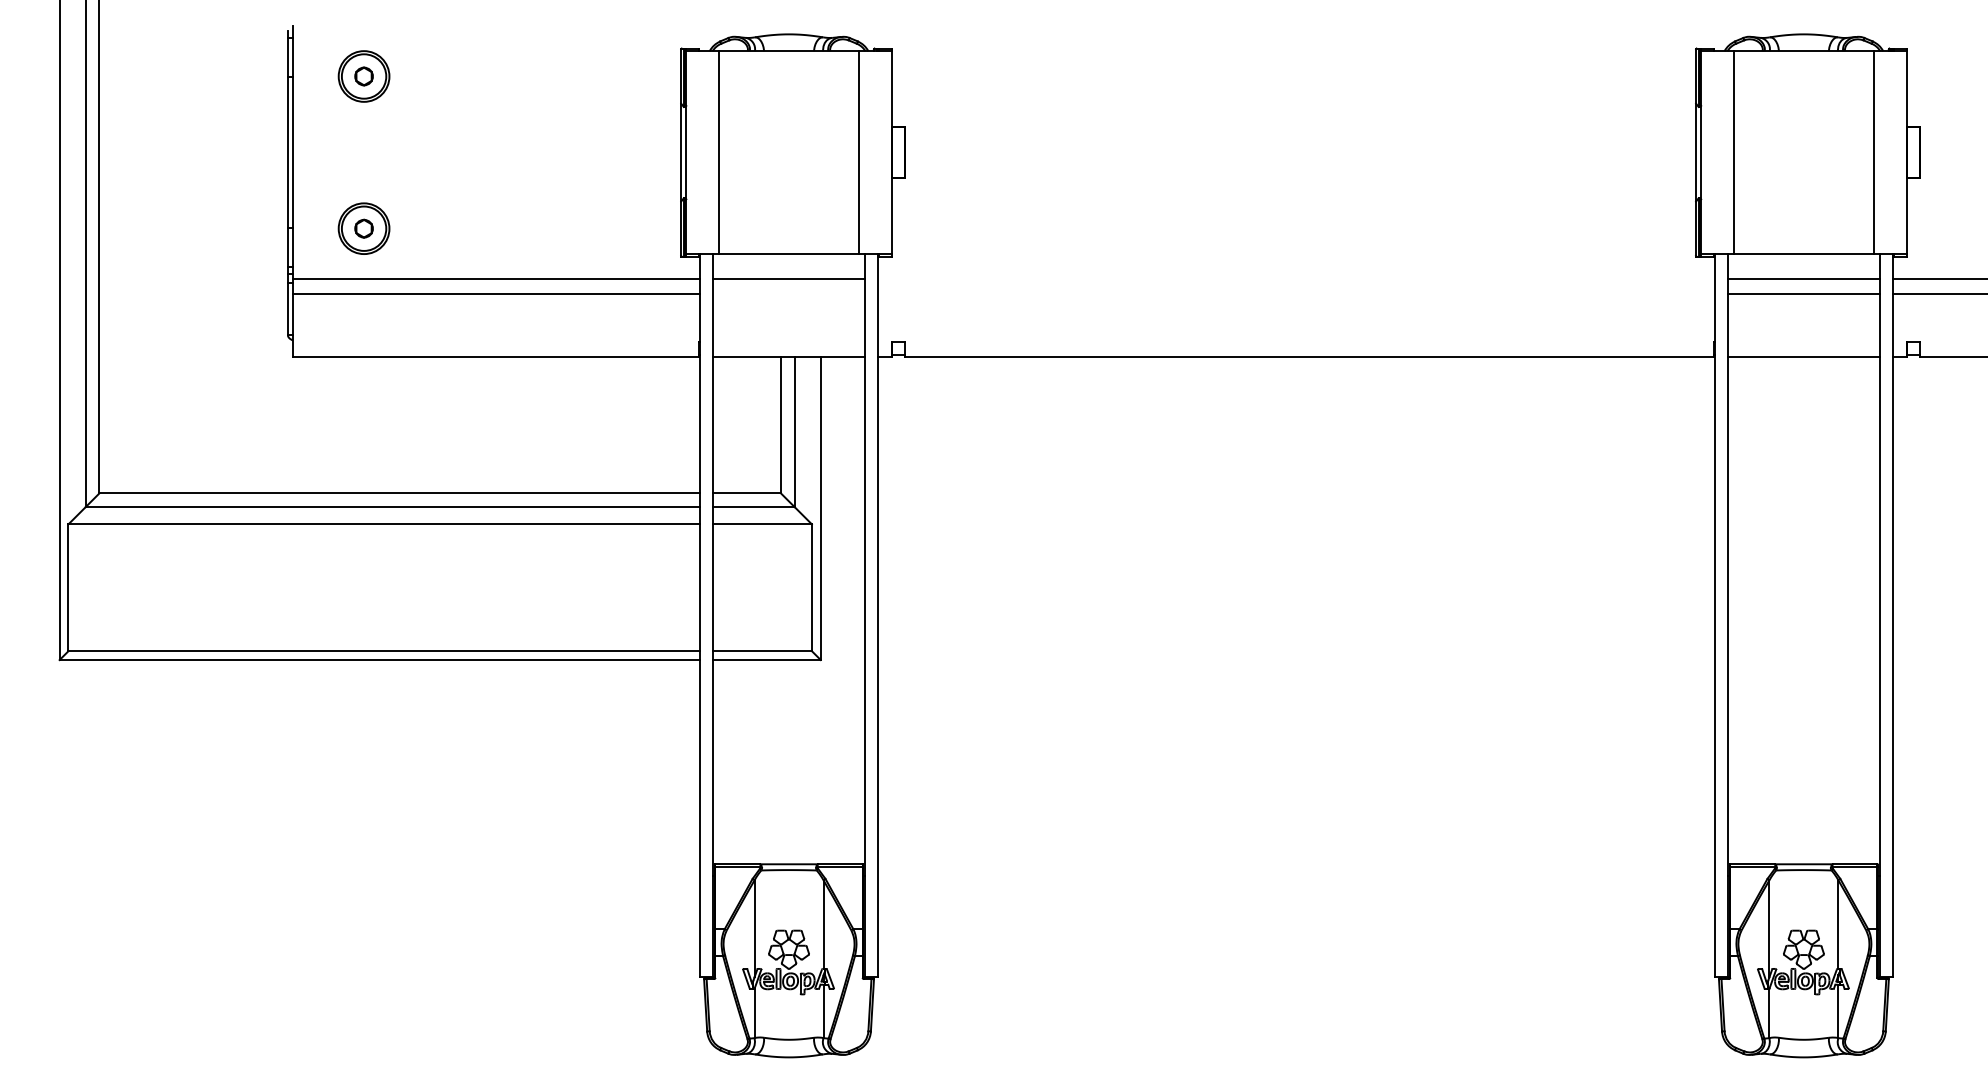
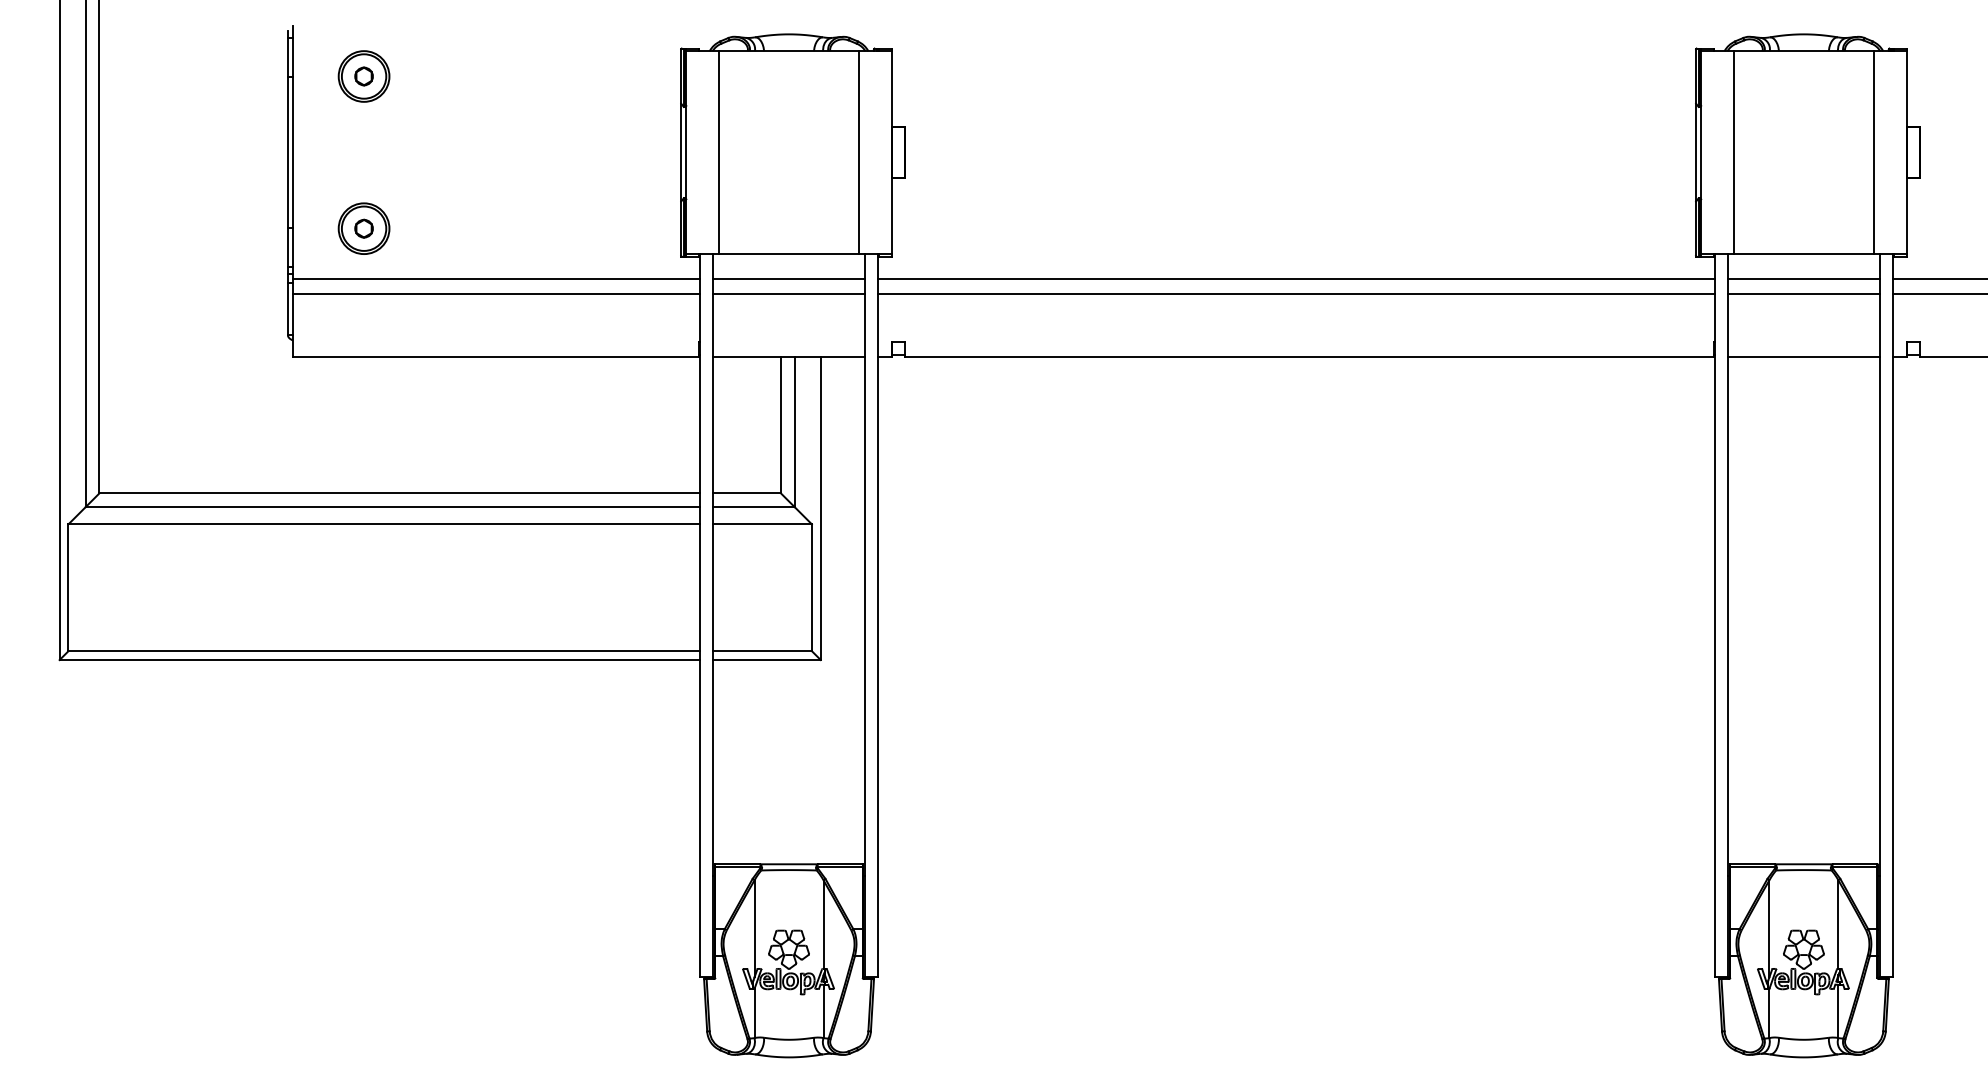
line at (1296, 279): none -> present
line at (788, 293): none -> present
line at (1296, 293): none -> present
